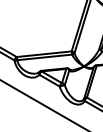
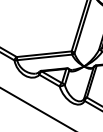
line at (43, 104) position: (43, 104) -> (36, 108)
